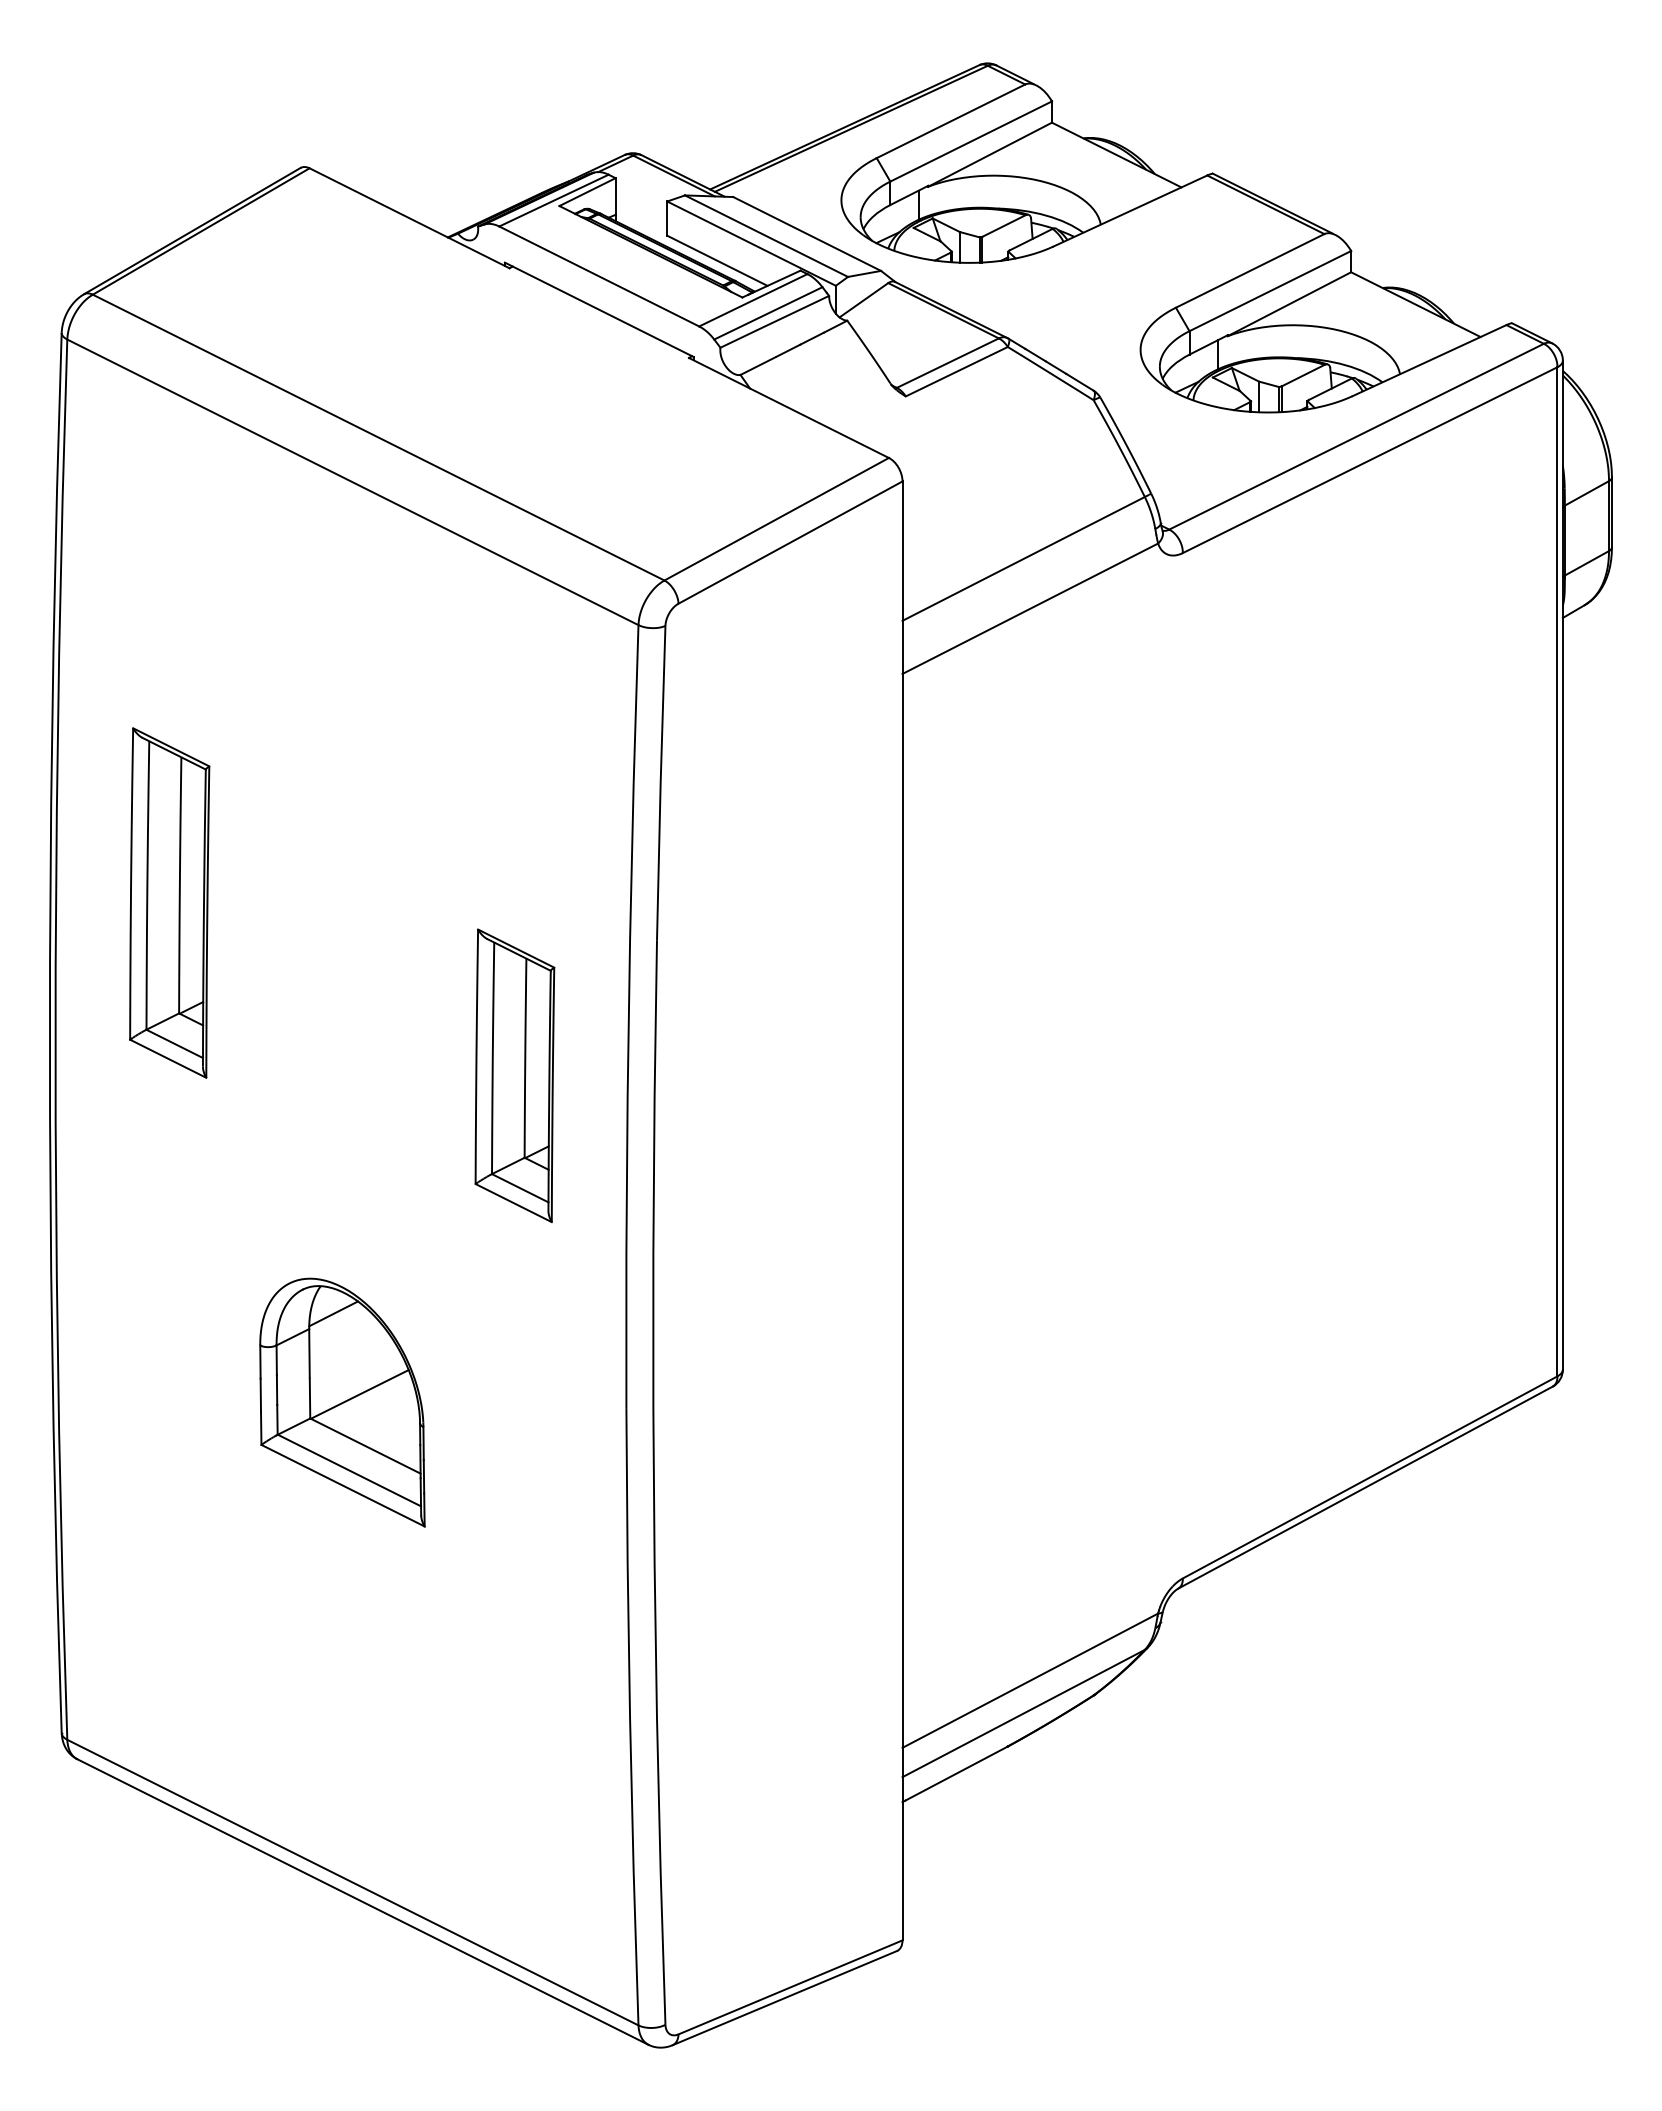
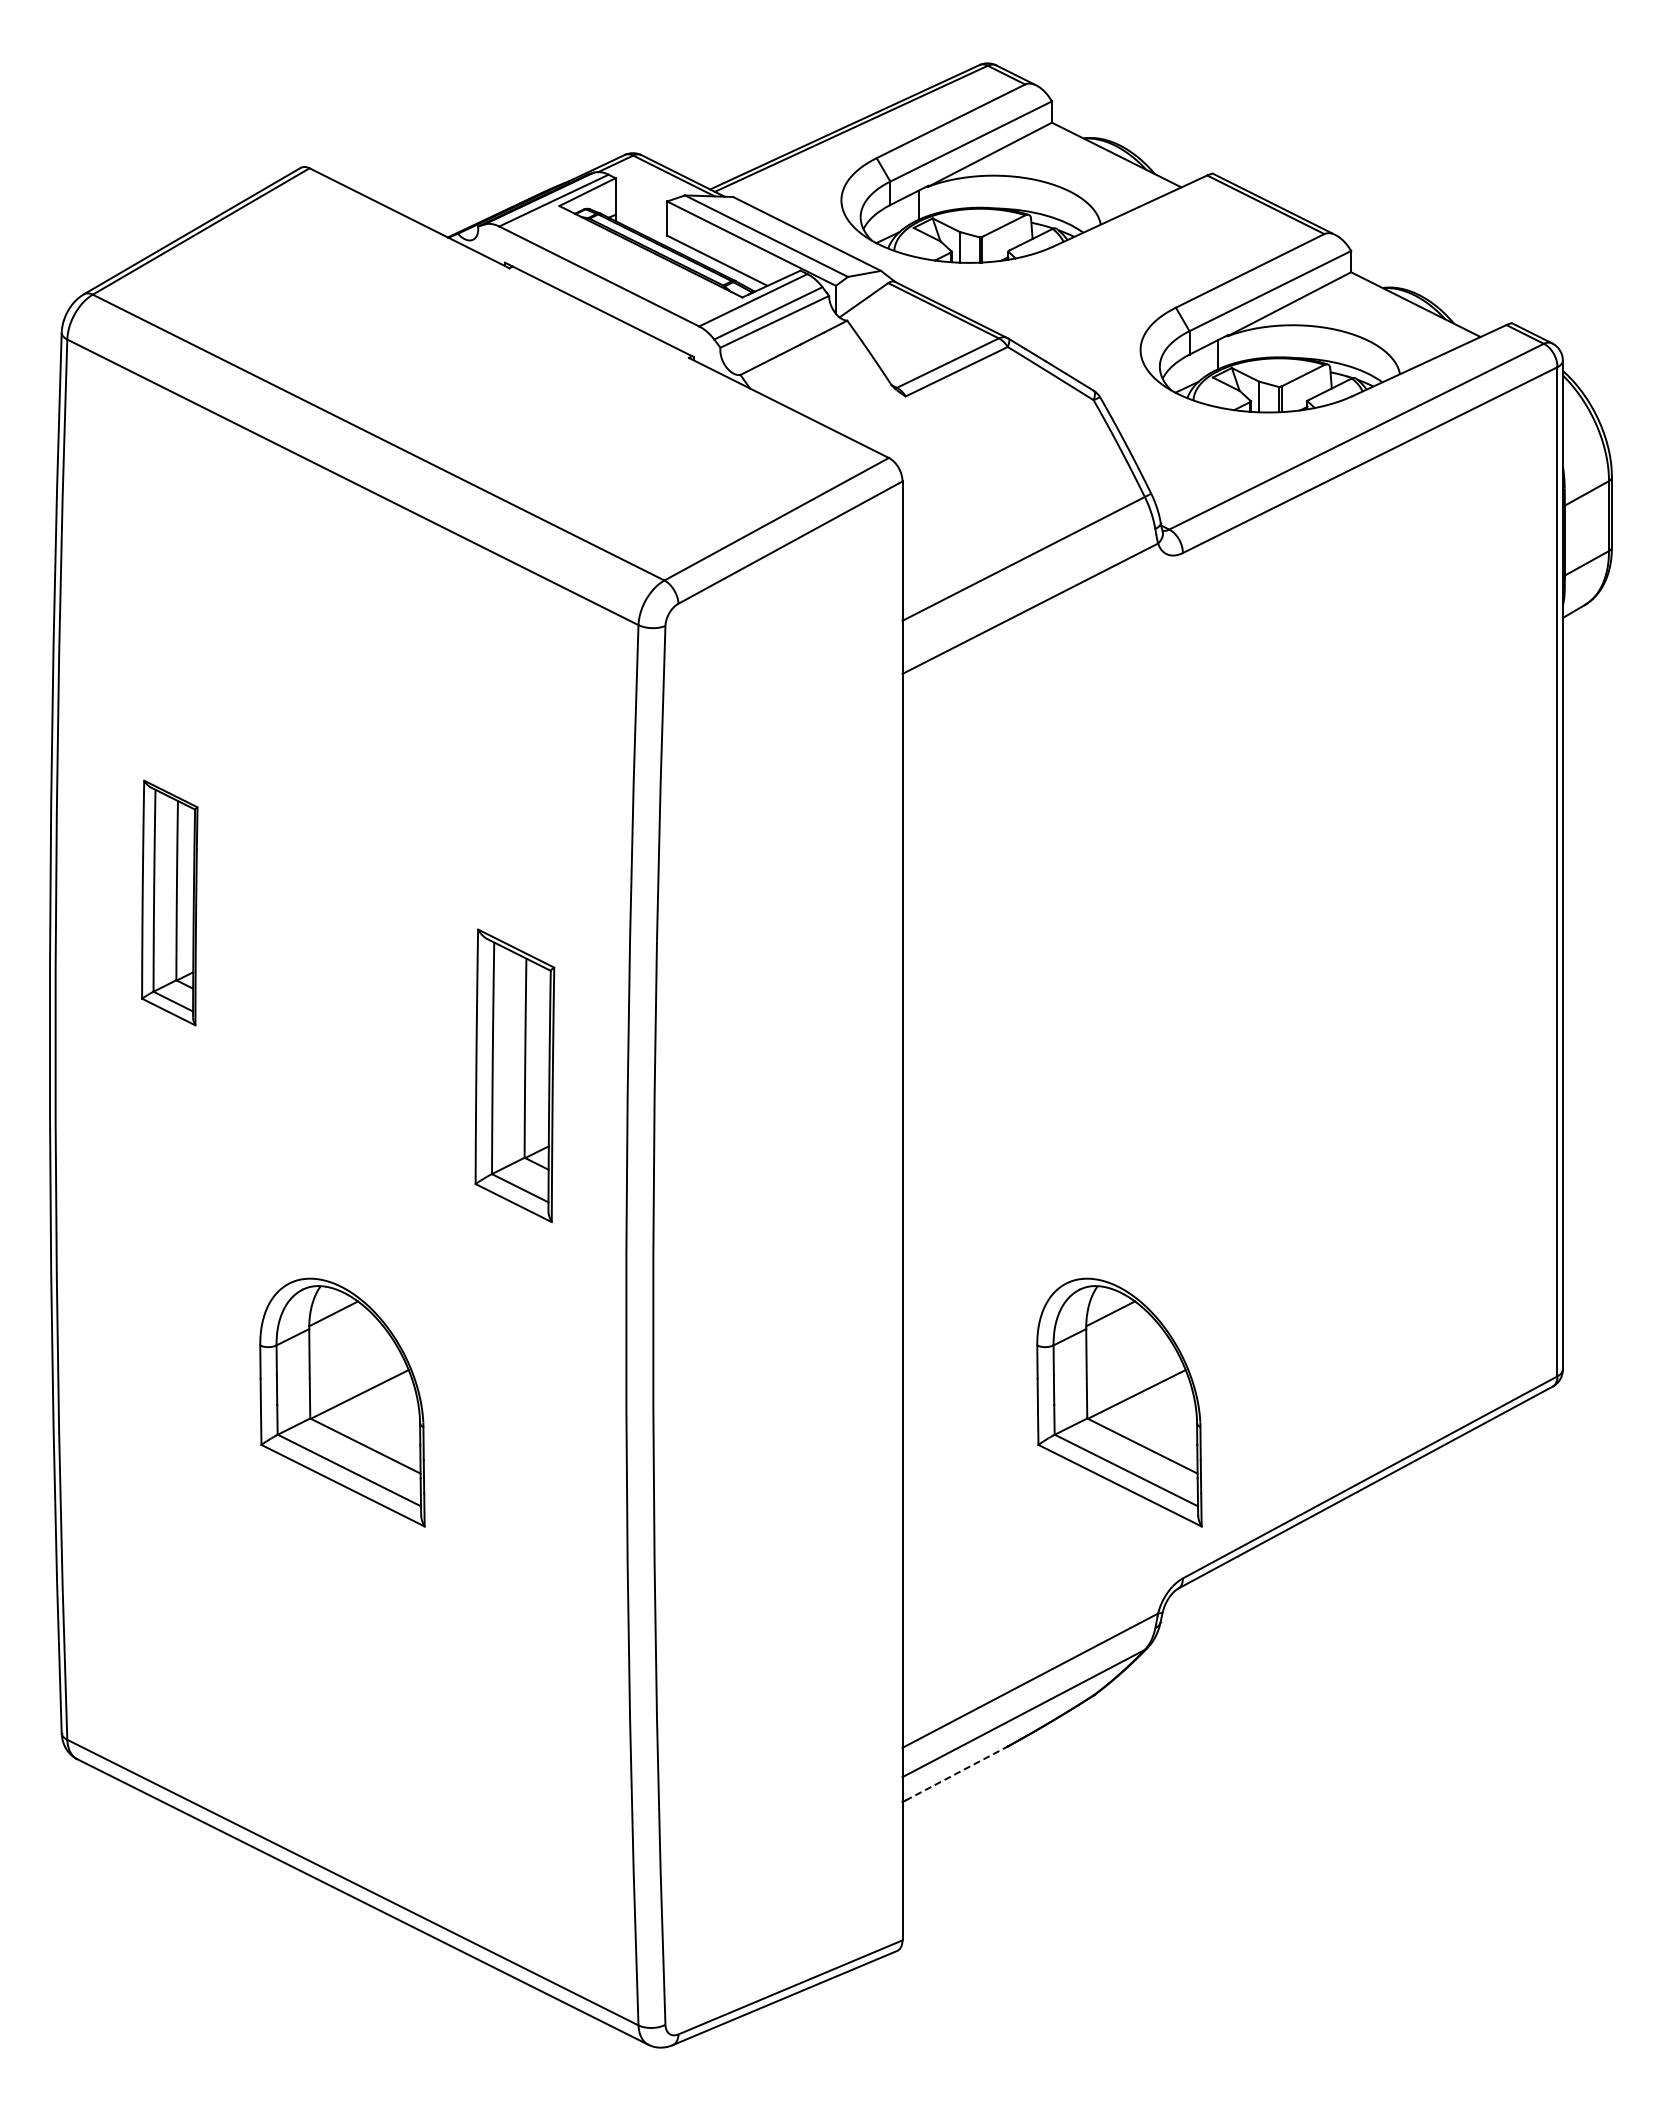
part at (169, 902) size: 82x352 px -> 58x248 px
part at (1119, 1402): none -> present
line at (956, 1773): solid -> dashed
